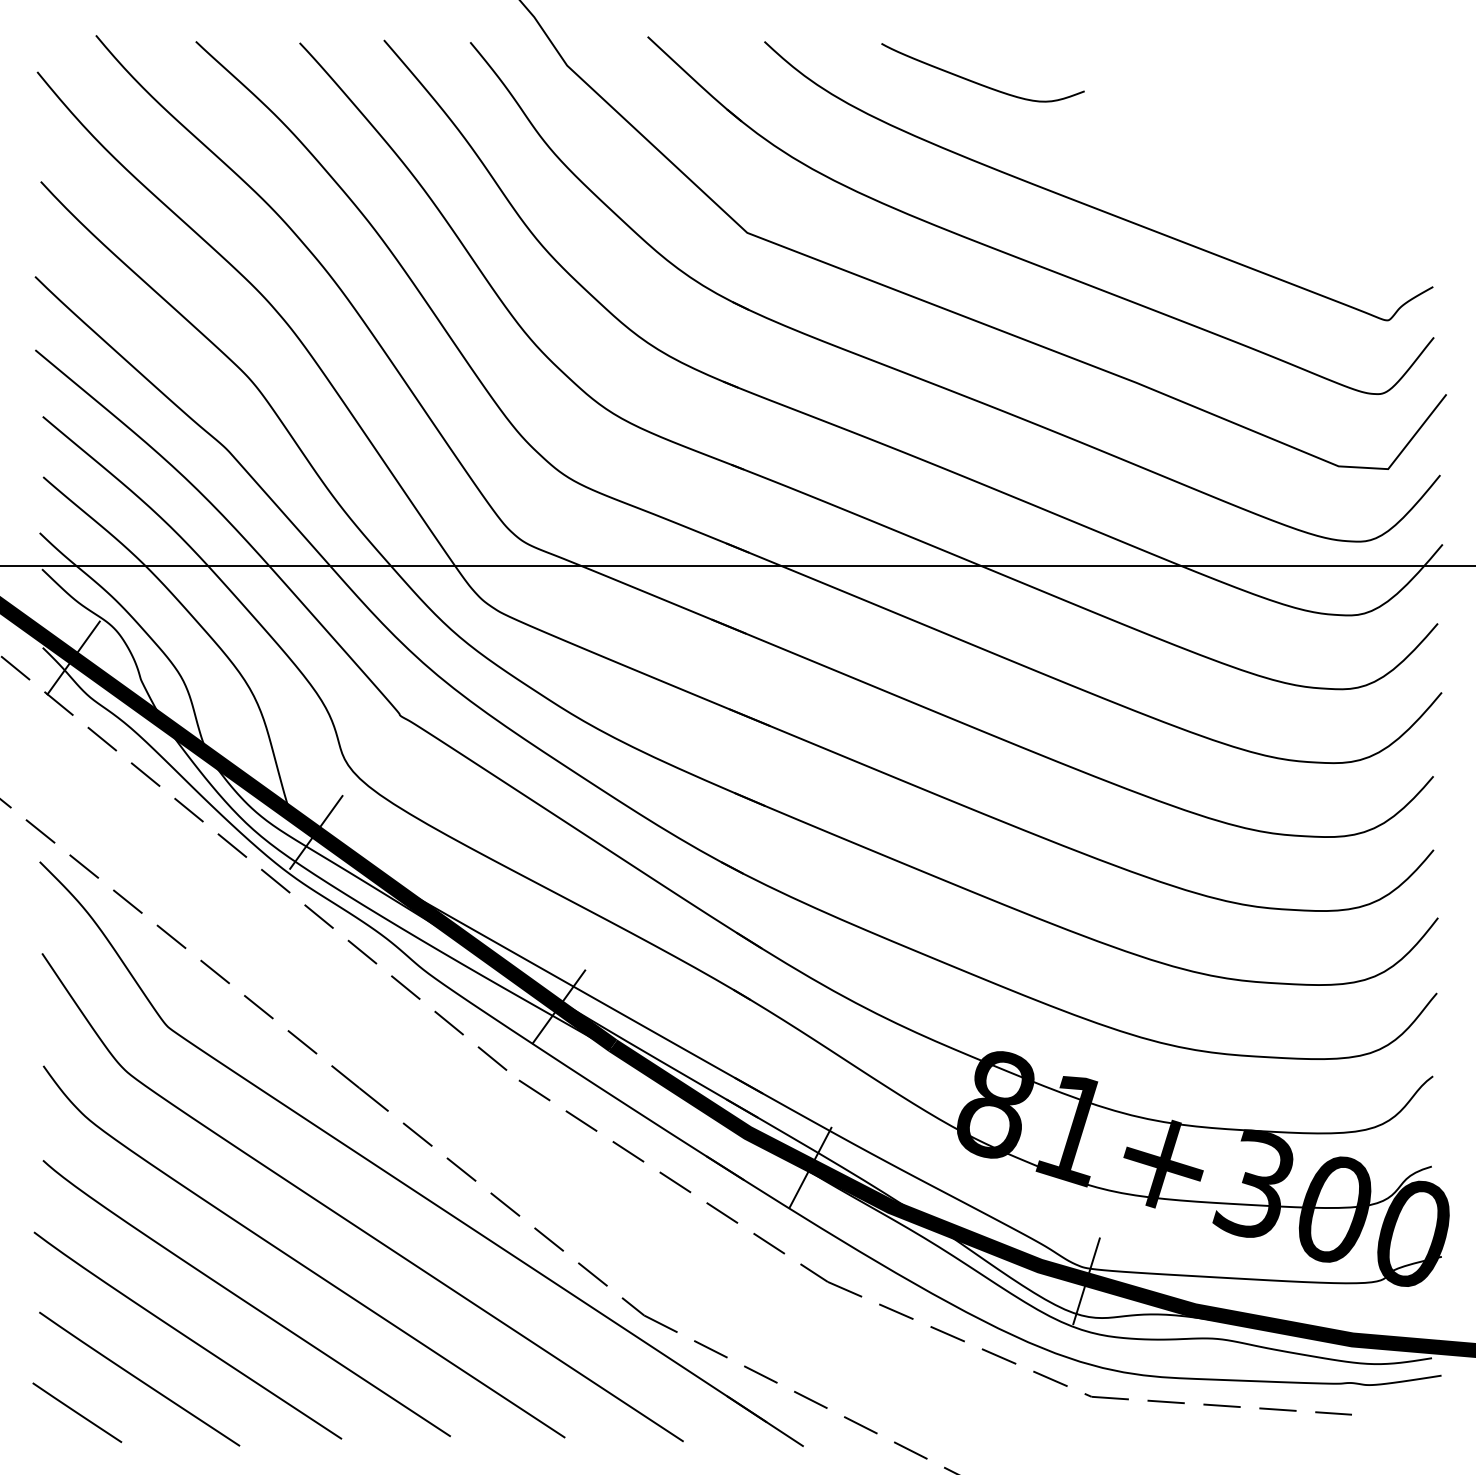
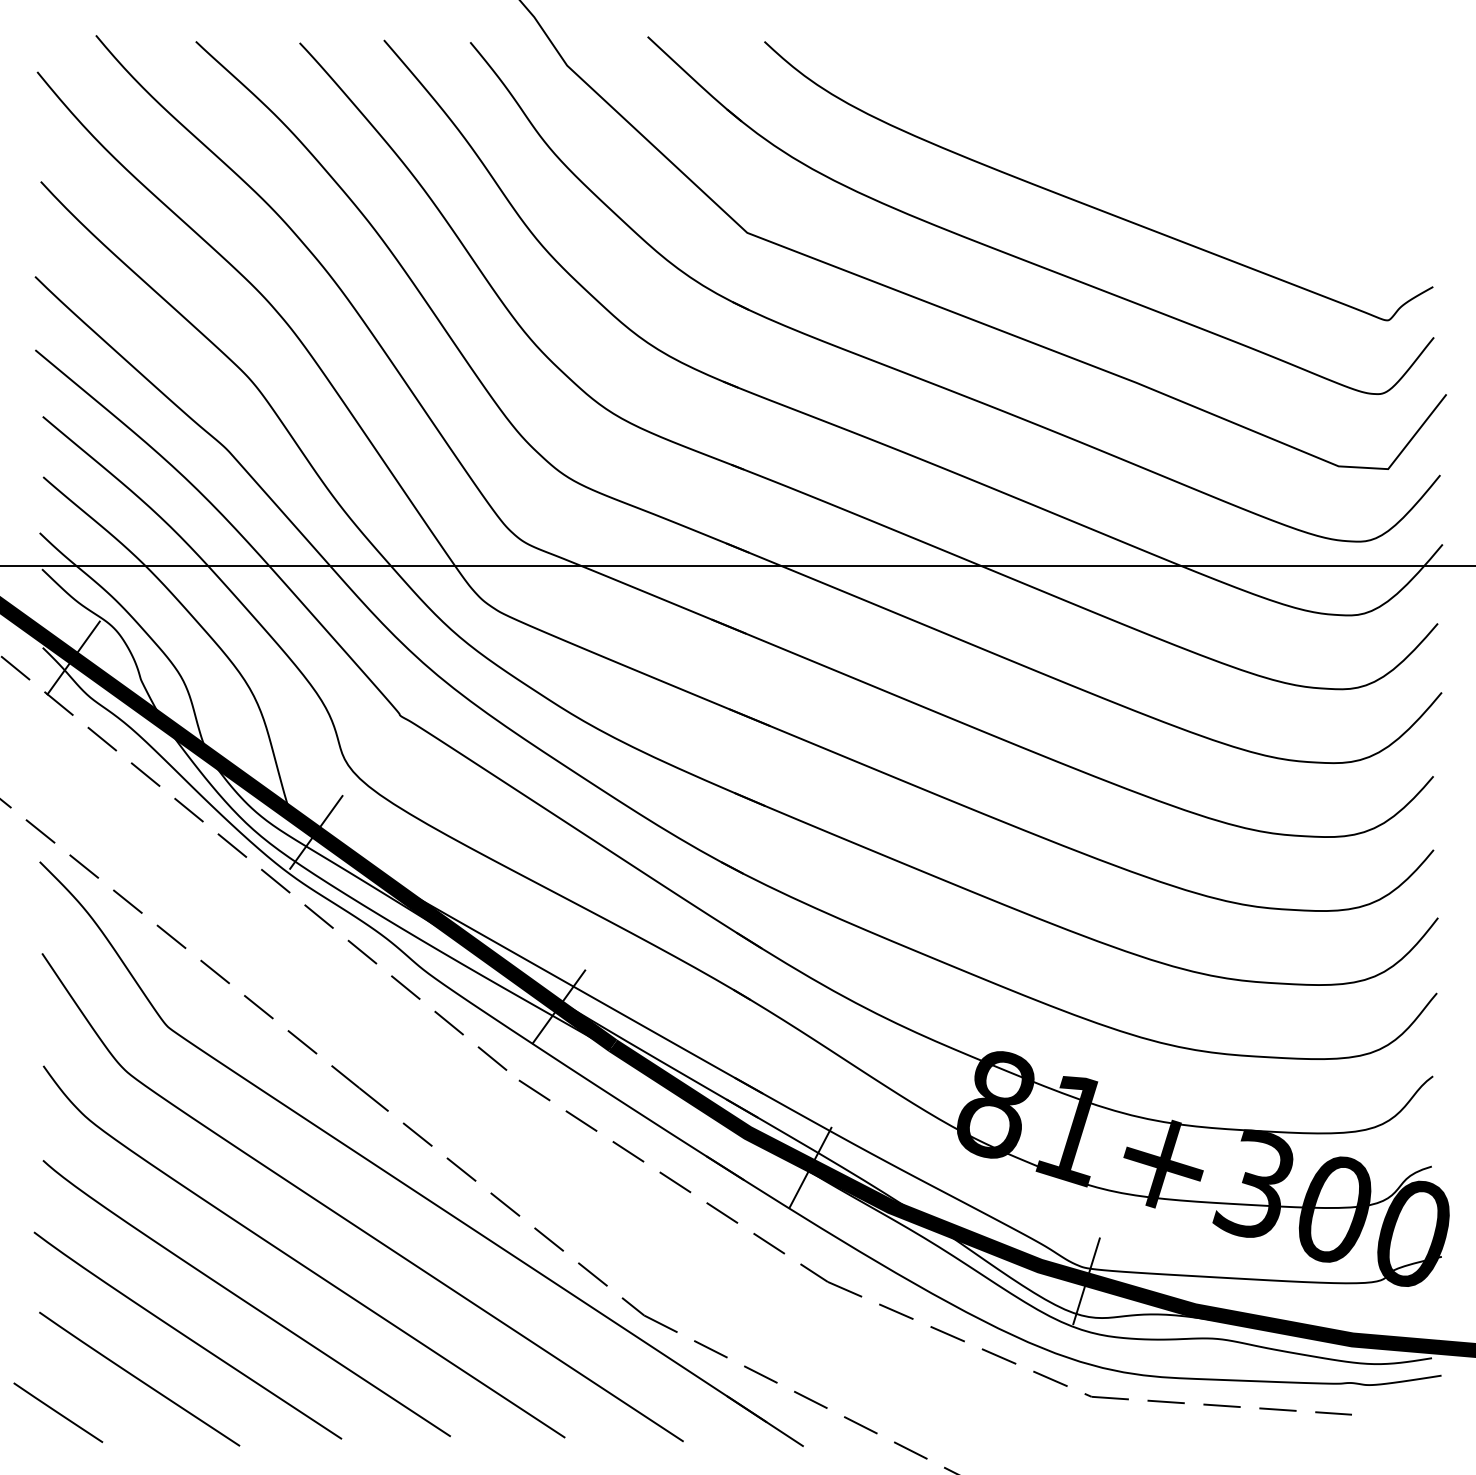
curve at (978, 82): present -> none
line at (77, 1412) position: (77, 1412) -> (58, 1412)
